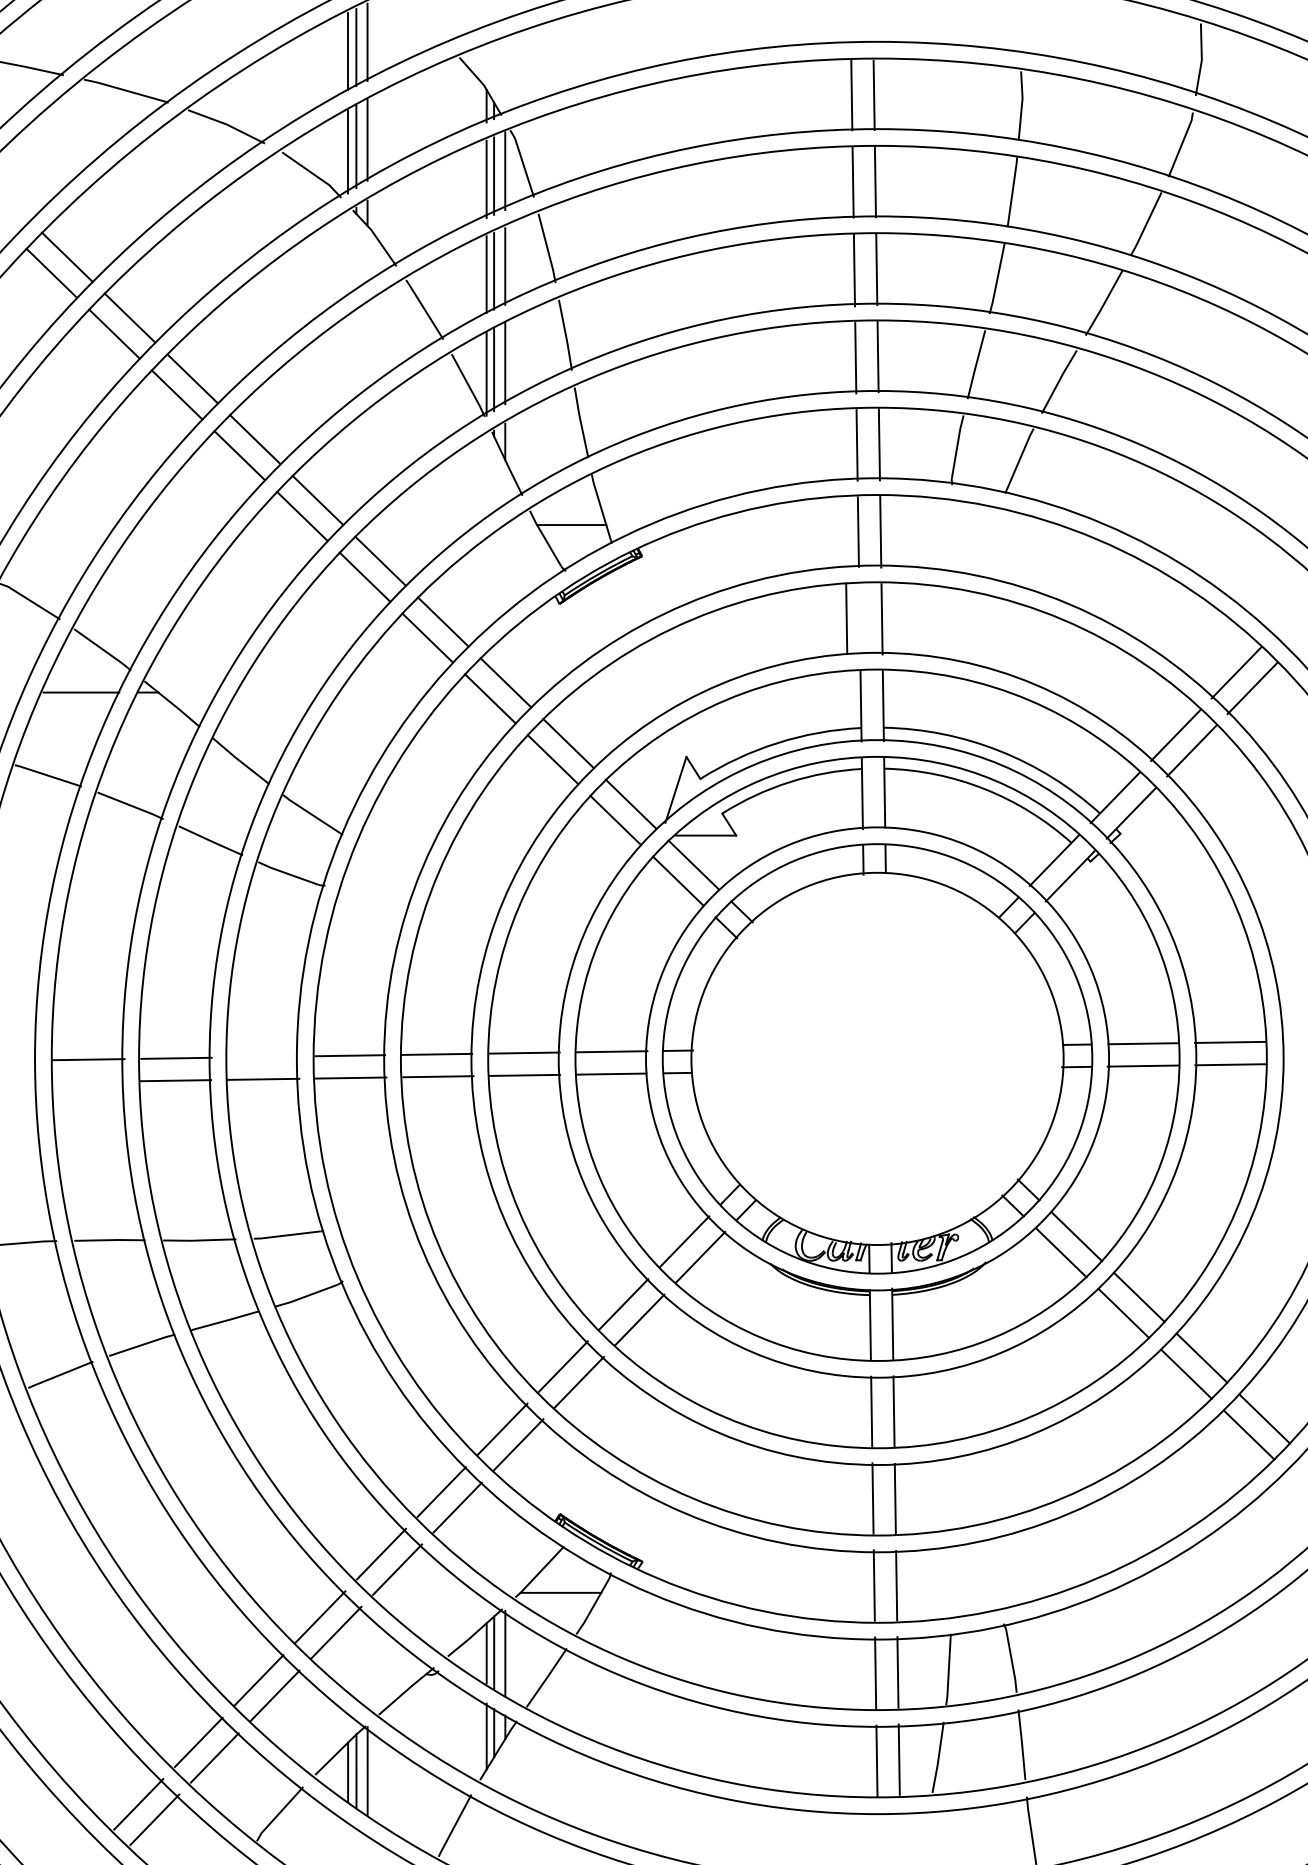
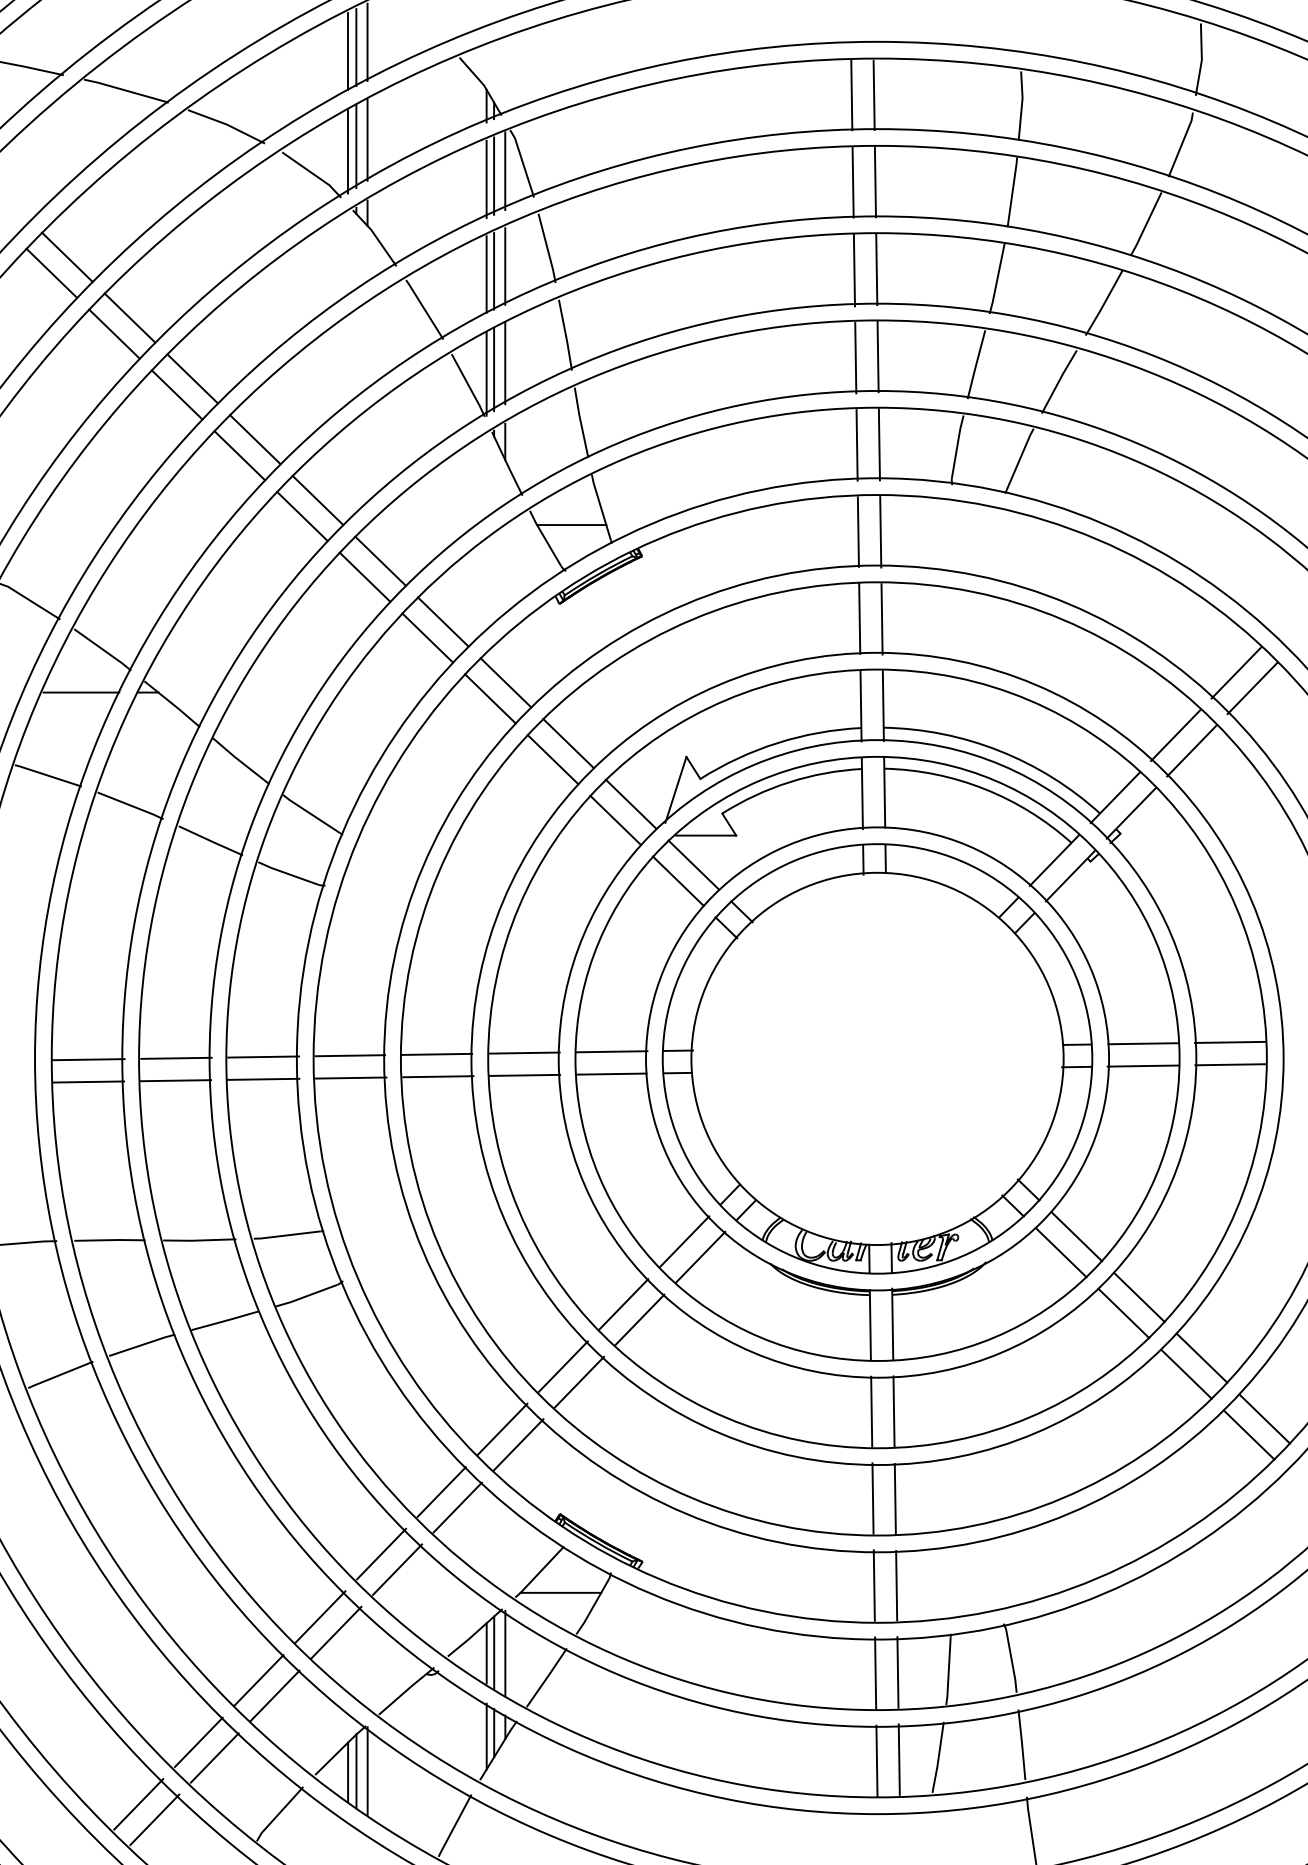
line at (846, 618) position: (846, 618) -> (859, 618)
line at (263, 1056): none -> present
line at (88, 1081): none -> present
